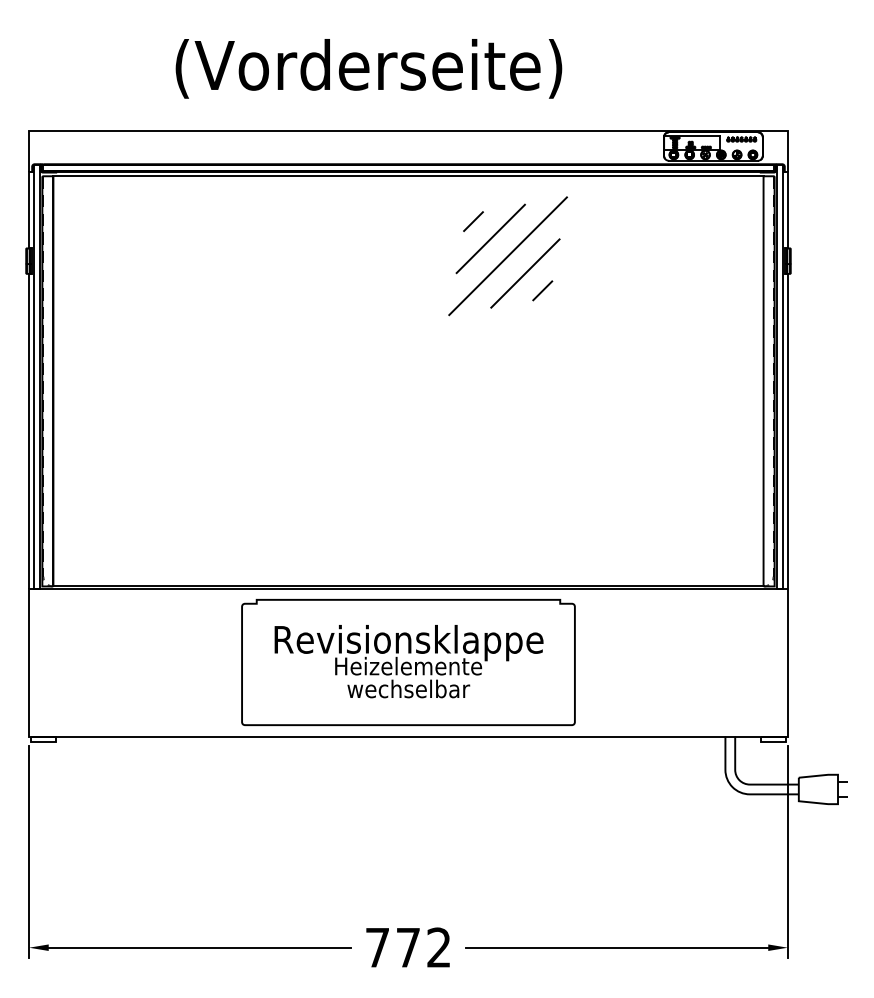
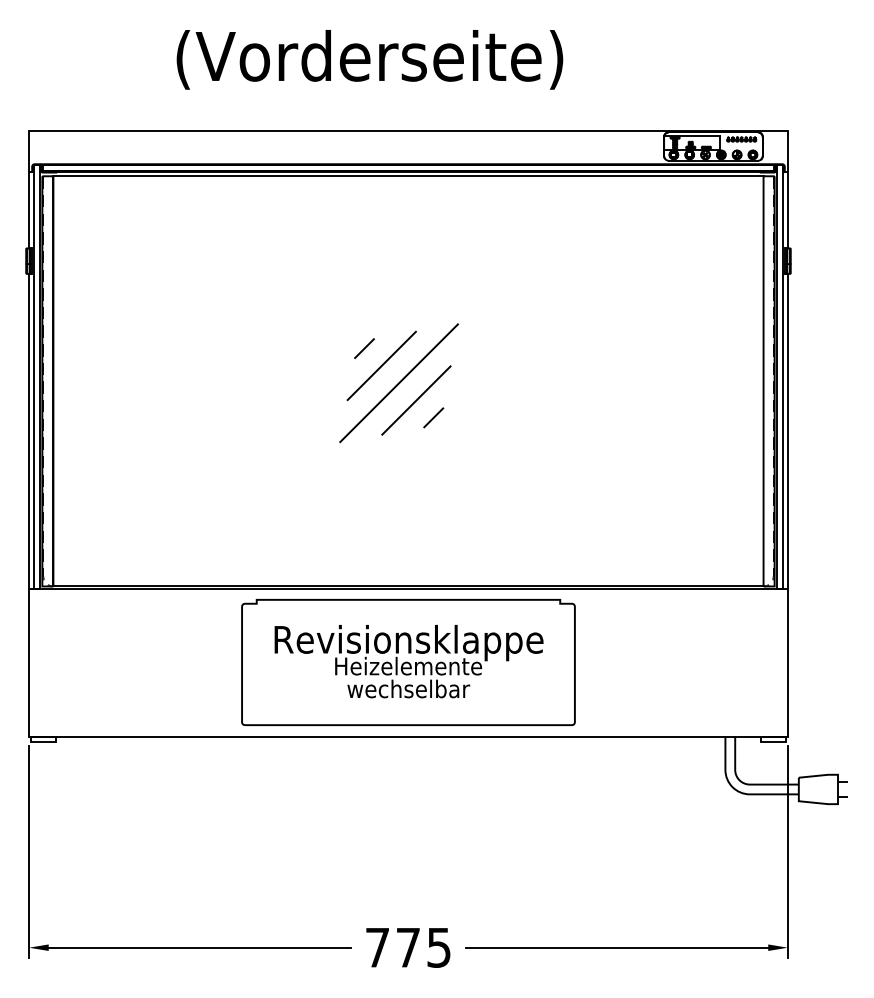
text at (368, 68) position: (368, 68) -> (369, 59)
part at (507, 256) position: (507, 256) -> (398, 383)
text at (438, 947): 772 -> 775
